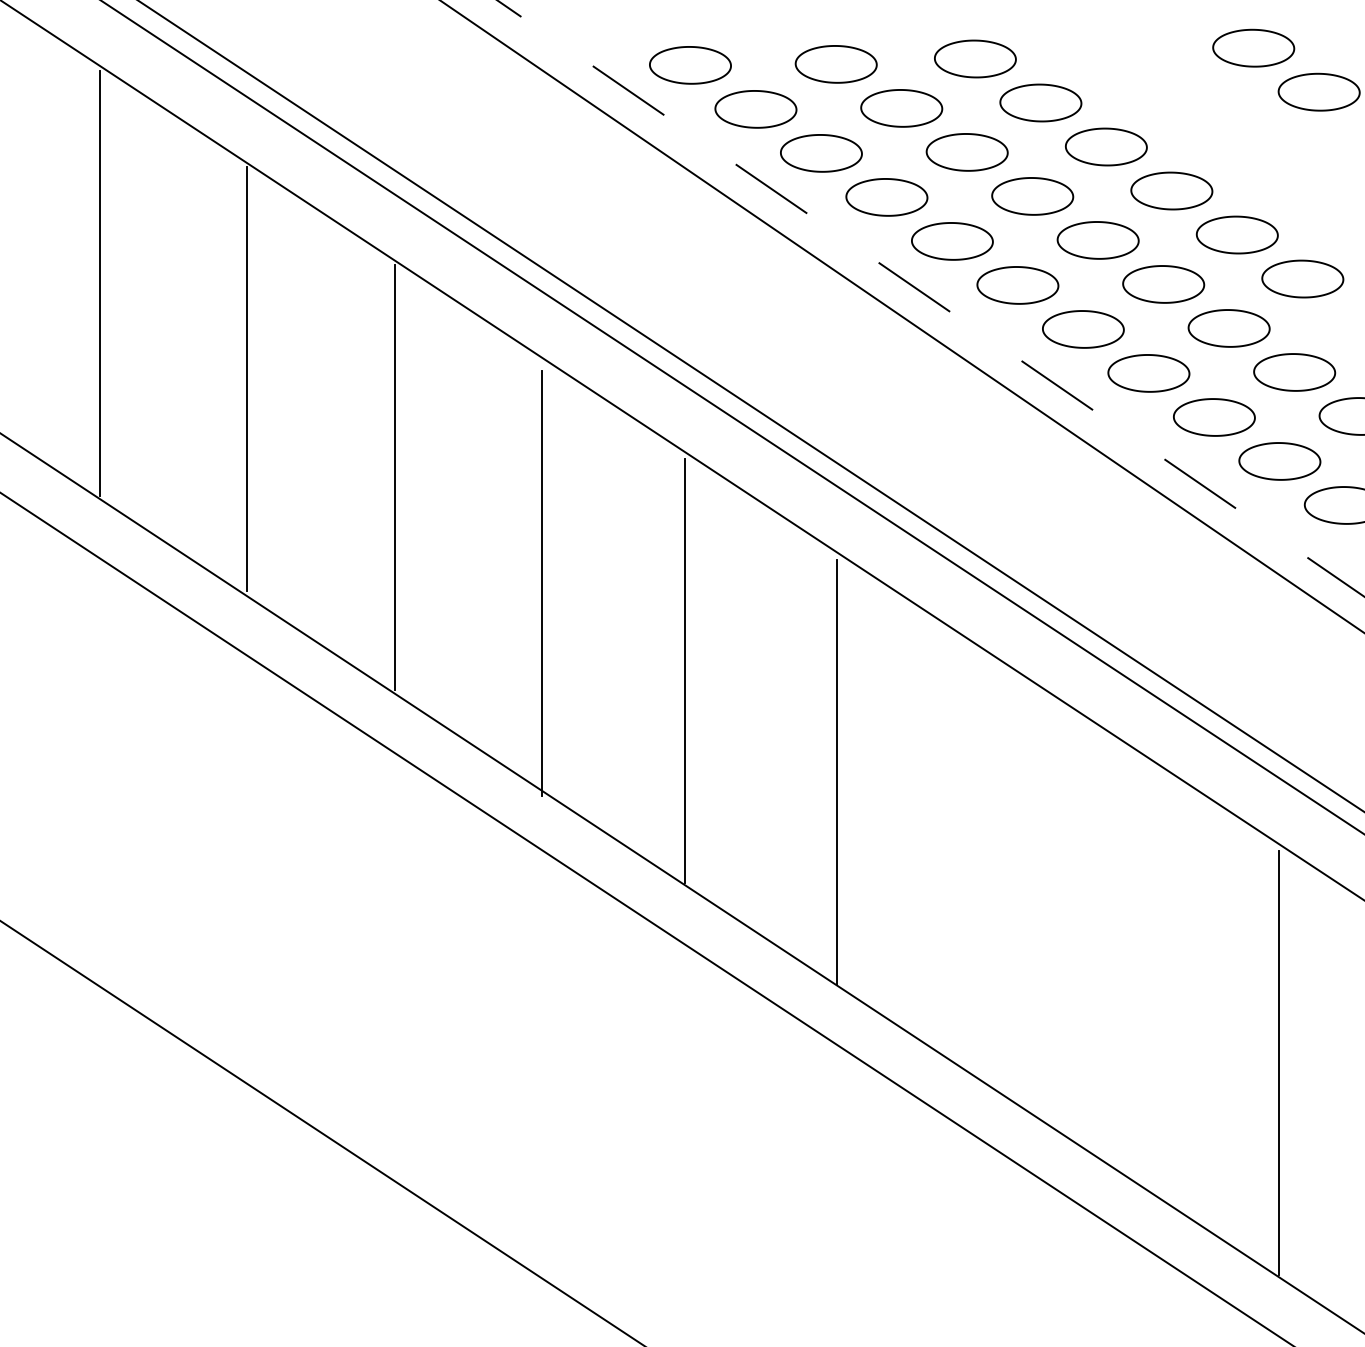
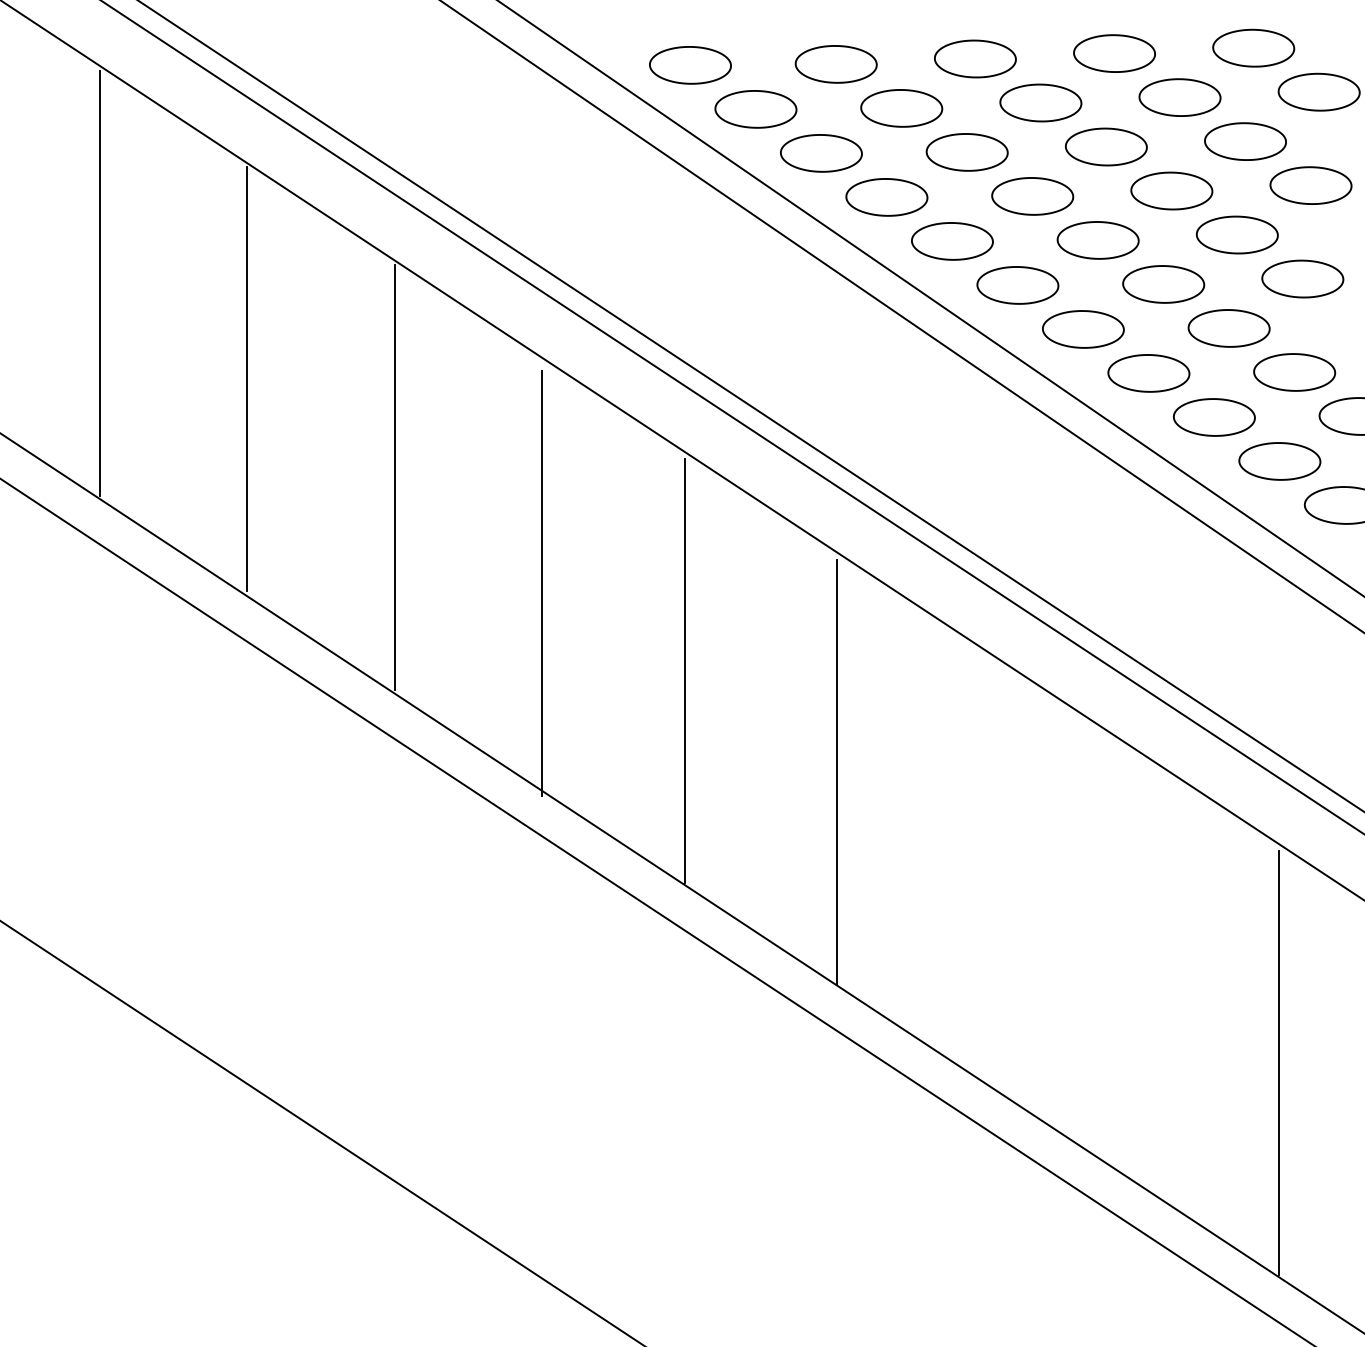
part at (1208, 112): none -> present
line at (930, 298): dashed -> solid
line at (646, 918) position: (646, 918) -> (656, 911)
